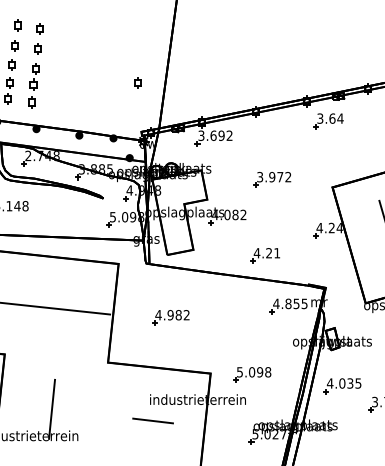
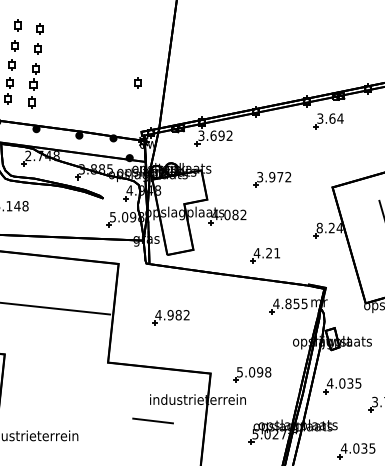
text at (319, 227): 4.24 -> 8.24
line at (52, 408): present -> none
part at (356, 451): none -> present
